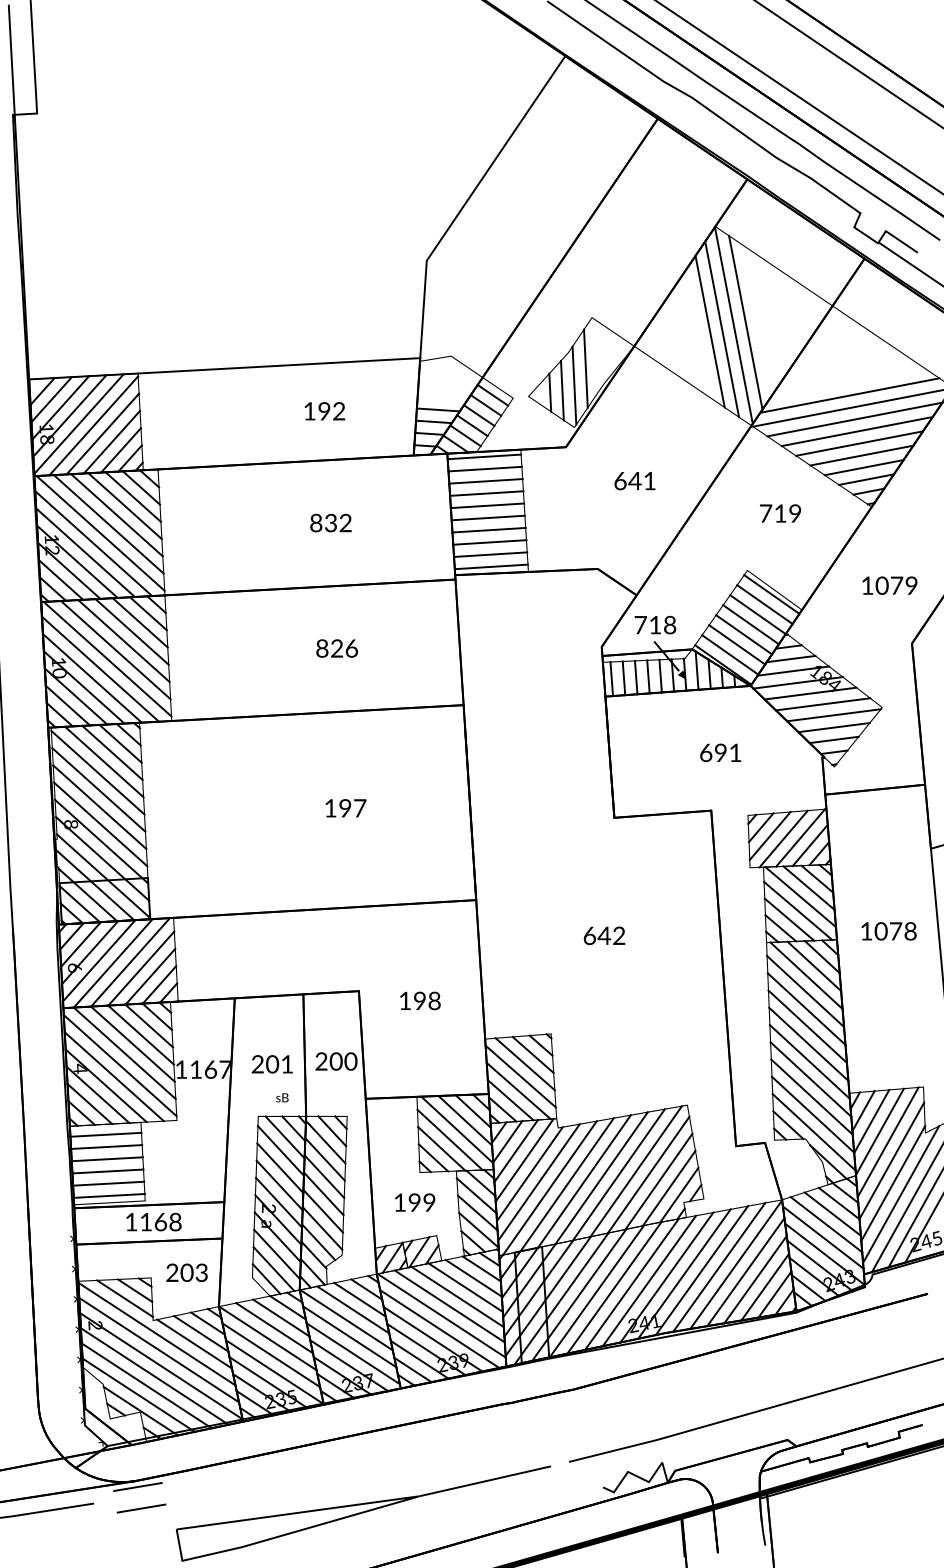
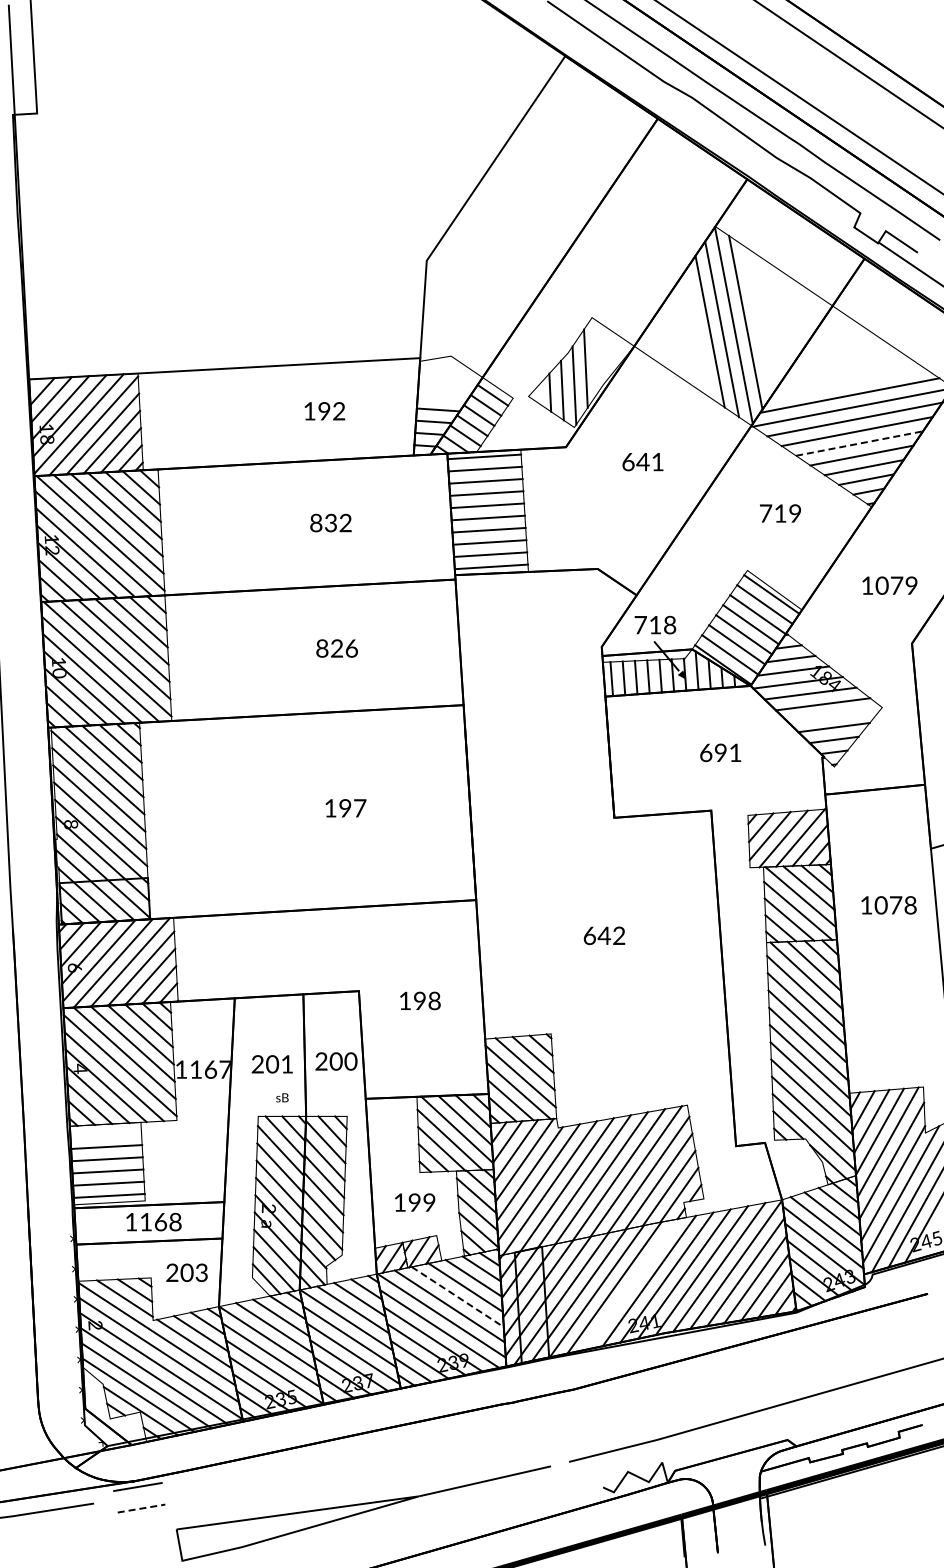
line at (859, 443): solid -> dashed
text at (634, 481) position: (634, 481) -> (642, 462)
line at (833, 715): present -> none
text at (888, 931) position: (888, 931) -> (888, 905)
line at (105, 1134): present -> none
line at (631, 1283): present -> none
line at (458, 1297): solid -> dashed
line at (142, 1508): solid -> dashed
